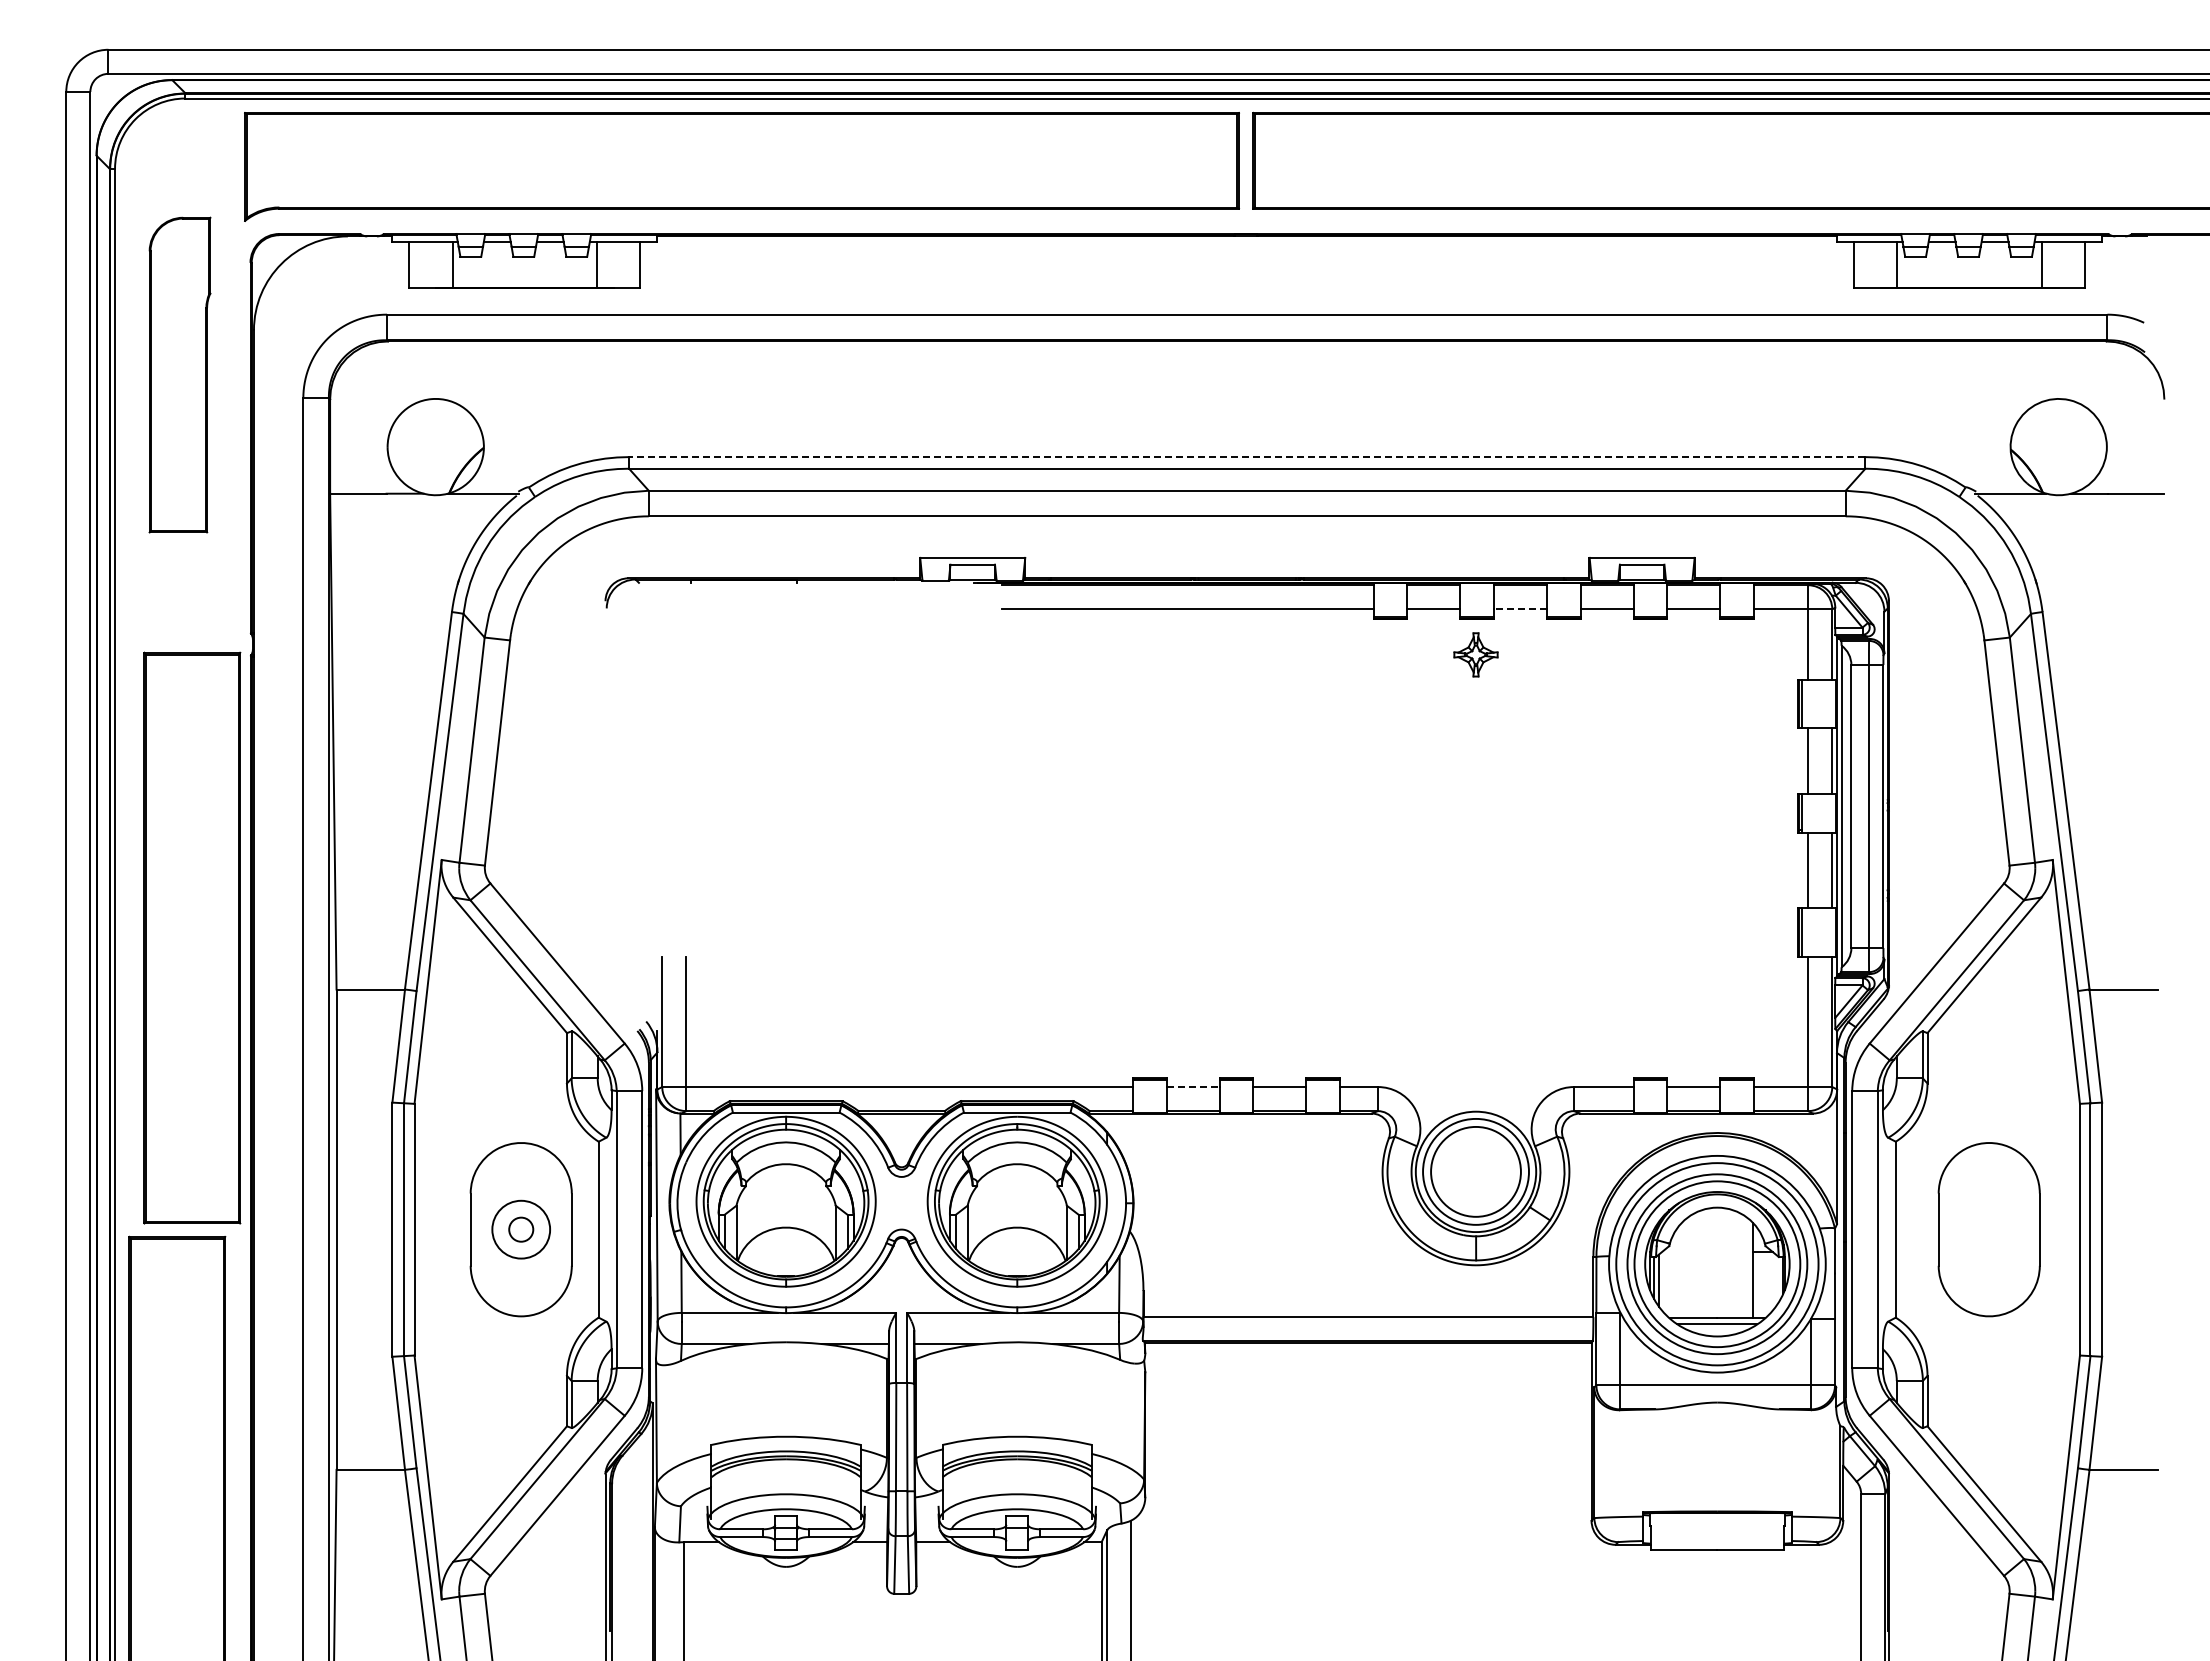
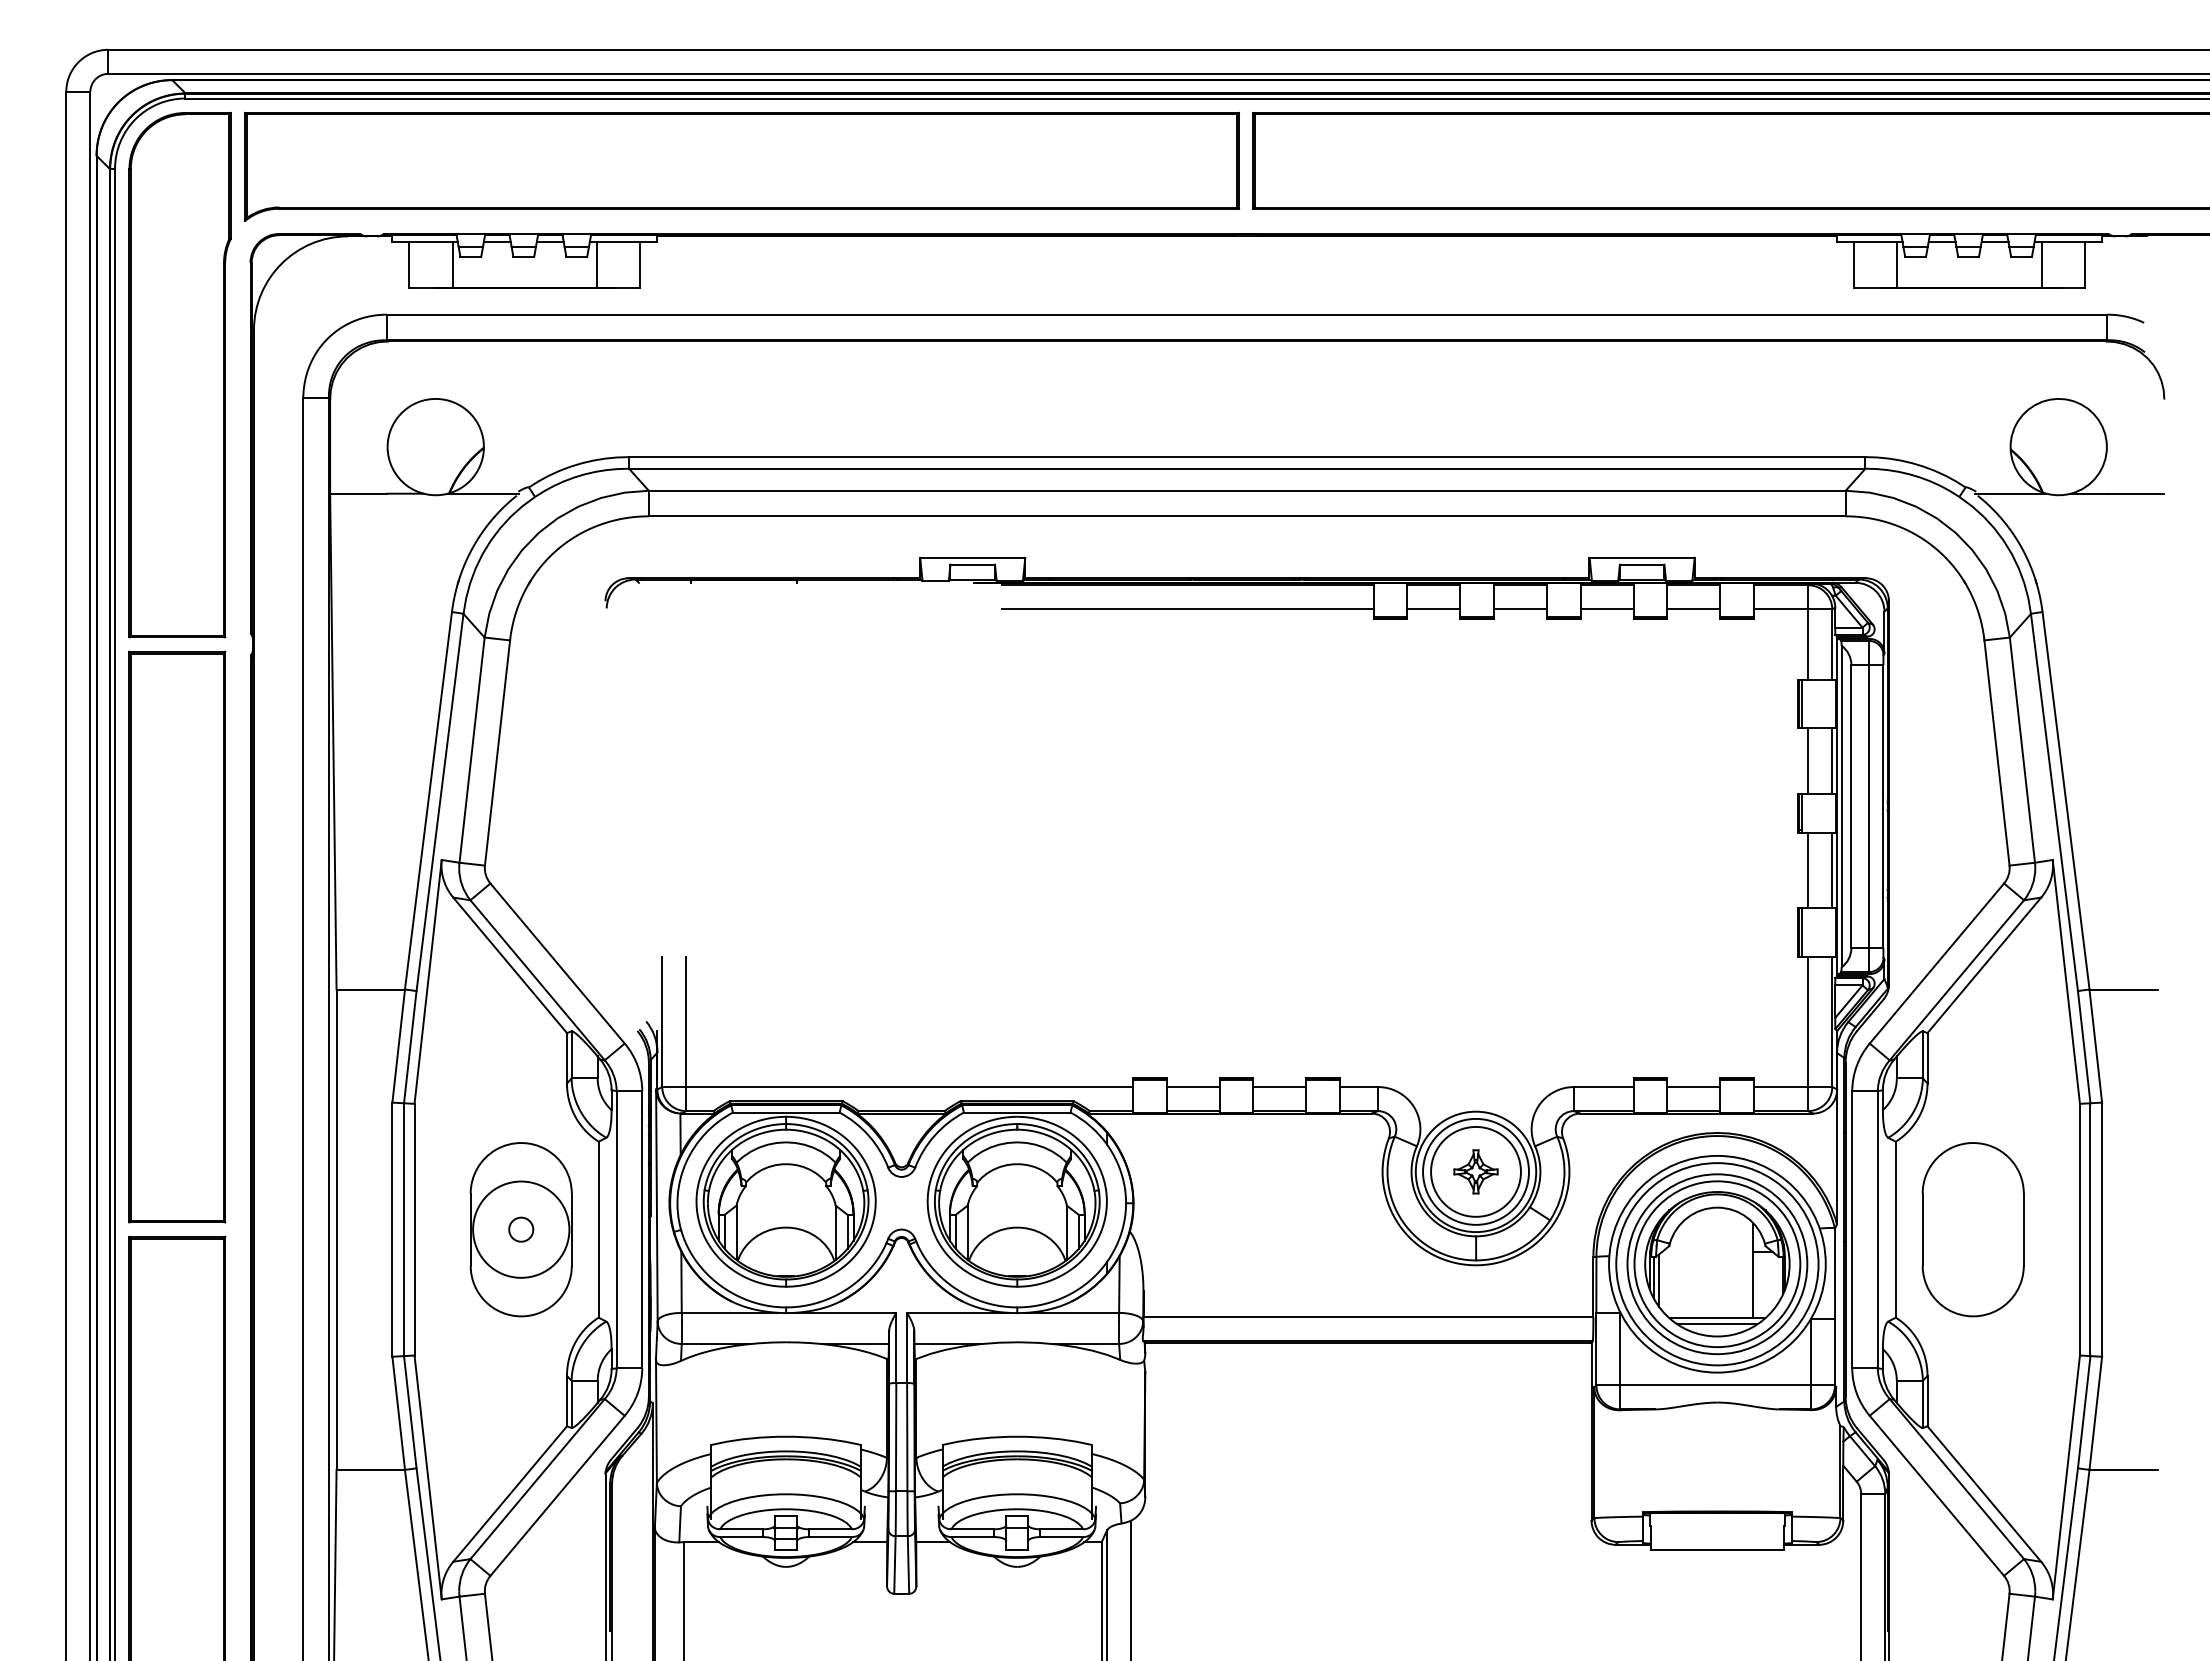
part at (179, 374) size: 64x318 px -> 104x528 px
line at (1246, 457): dashed -> solid
line at (1520, 609): dashed -> solid
part at (1475, 654) position: (1475, 654) -> (1475, 1171)
part at (192, 937) position: (192, 937) -> (177, 936)
line at (1193, 1087): dashed -> solid
circle at (521, 1229) diameter: 58 px -> 96 px
part at (1988, 1229) position: (1988, 1229) -> (1972, 1229)
